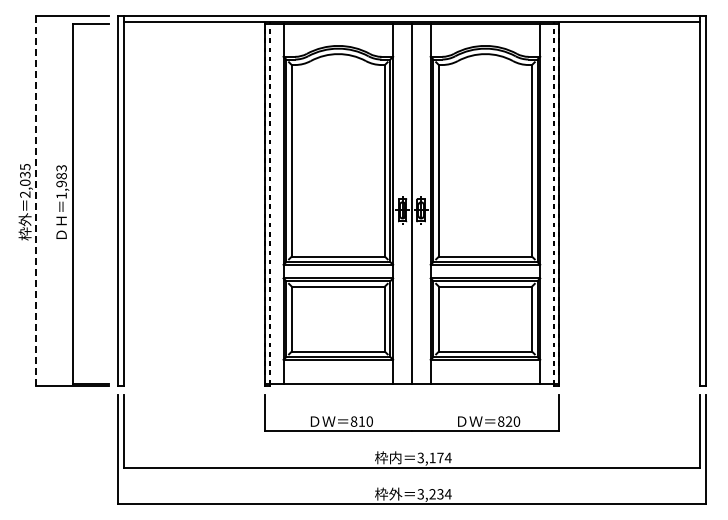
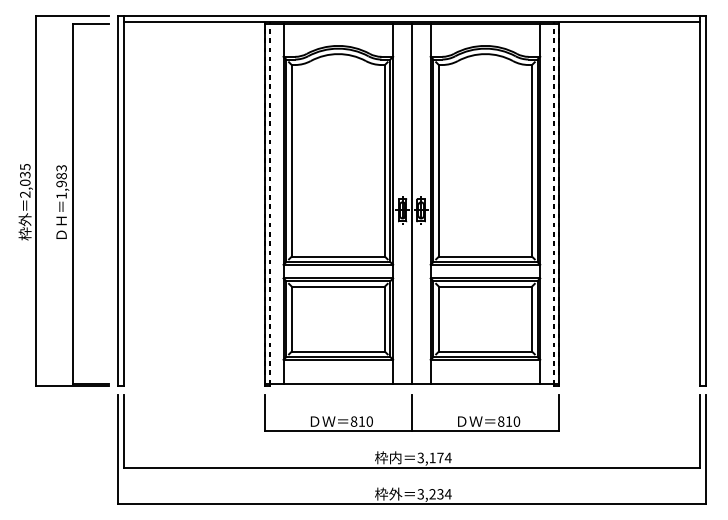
line at (36, 200): dashed -> solid
line at (411, 412): none -> present
text at (508, 421): 820 -> 810
